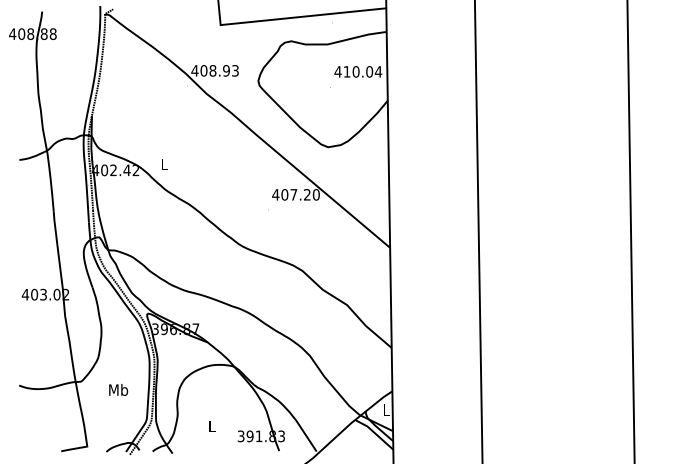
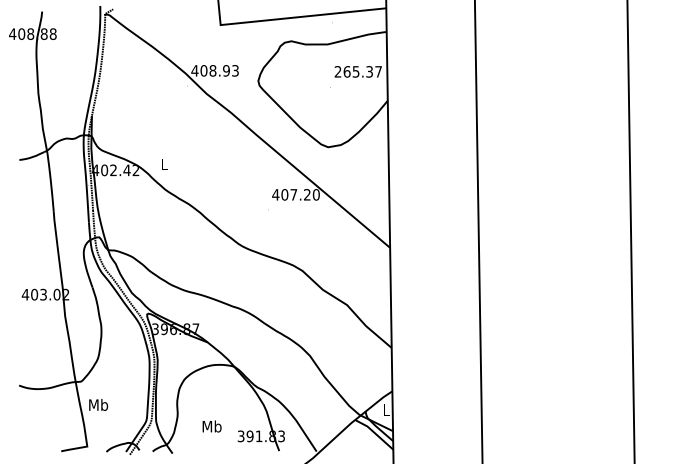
text at (358, 71): 410.04 -> 265.37
text at (118, 389) position: (118, 389) -> (98, 404)
text at (211, 426): L -> Mb
